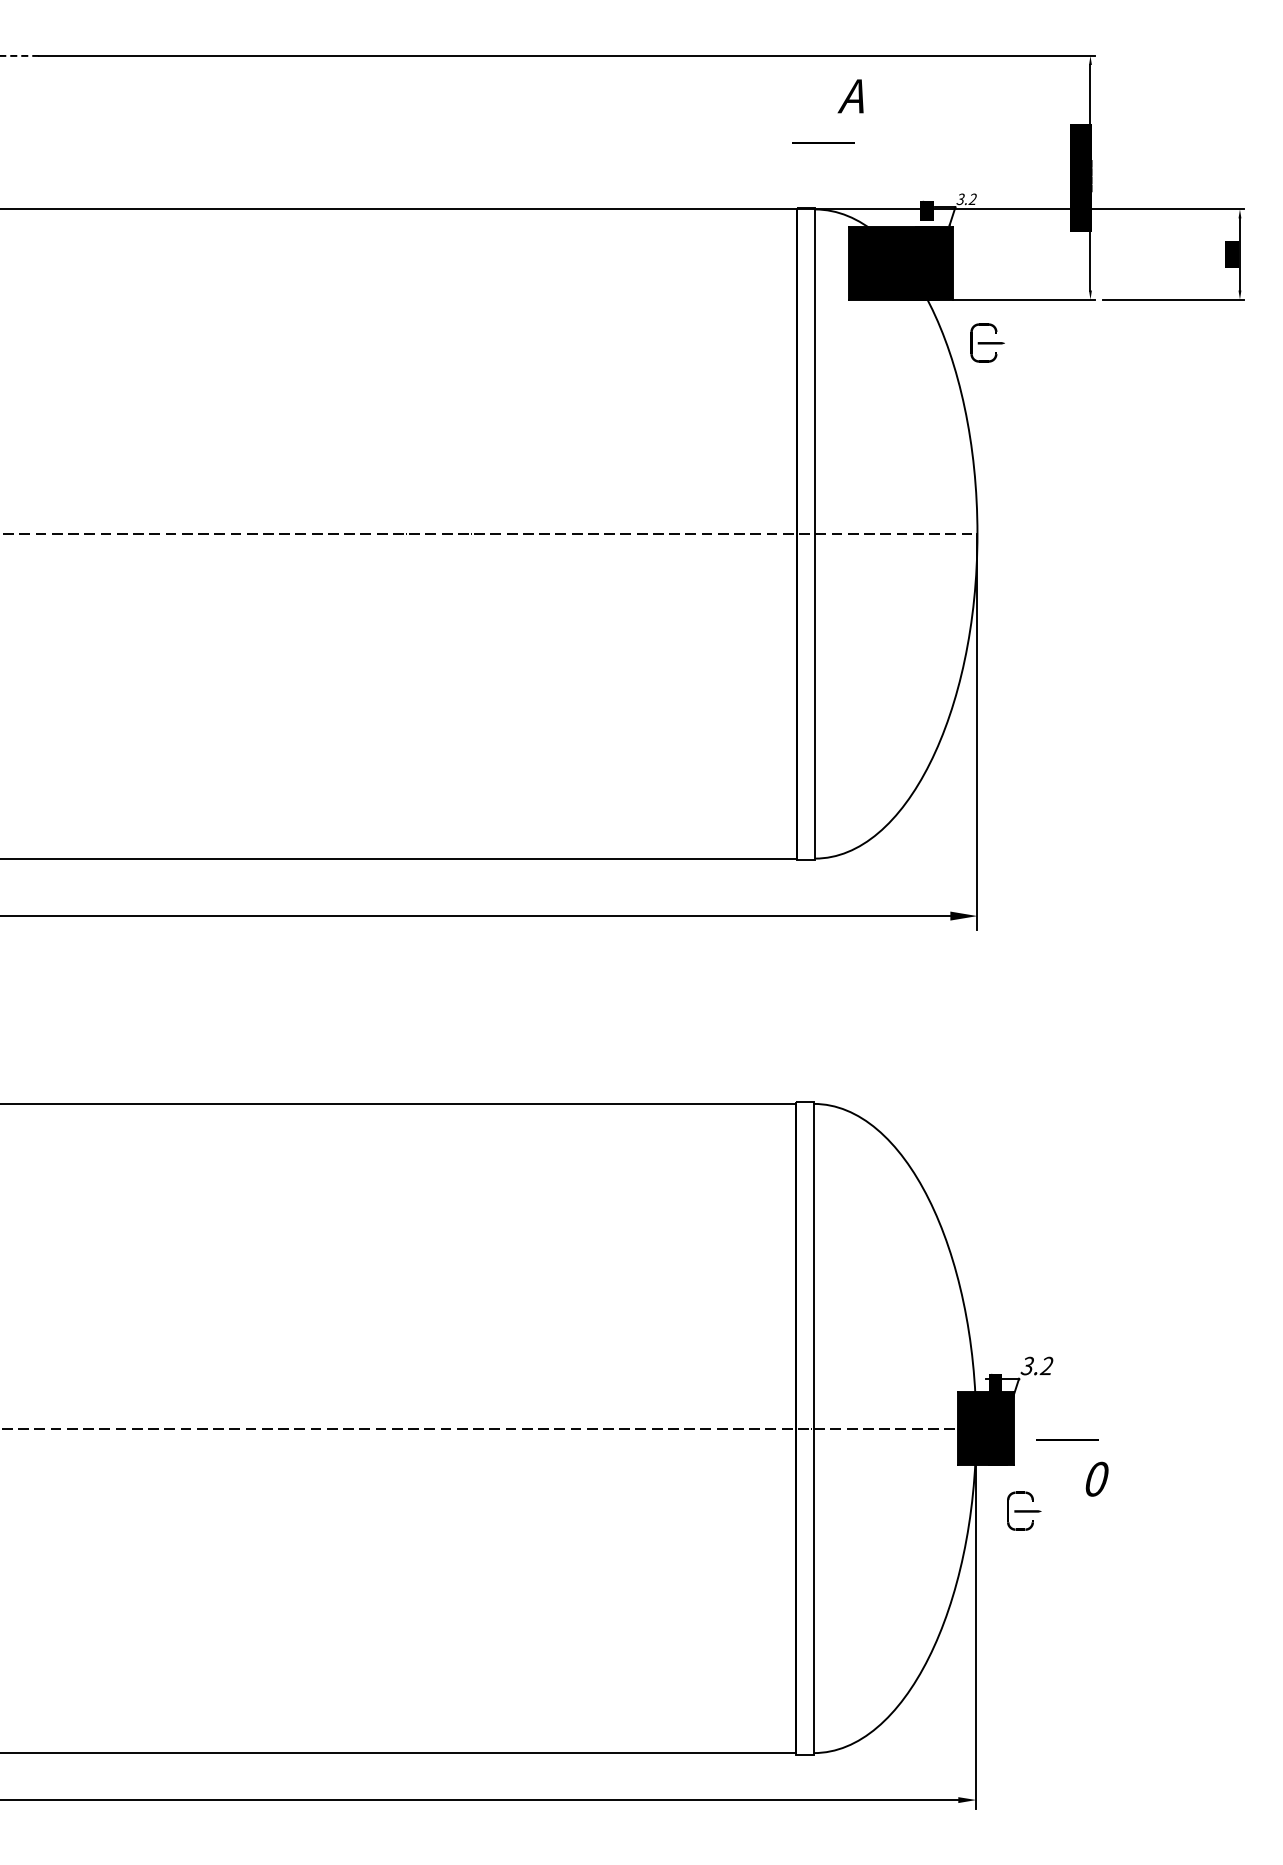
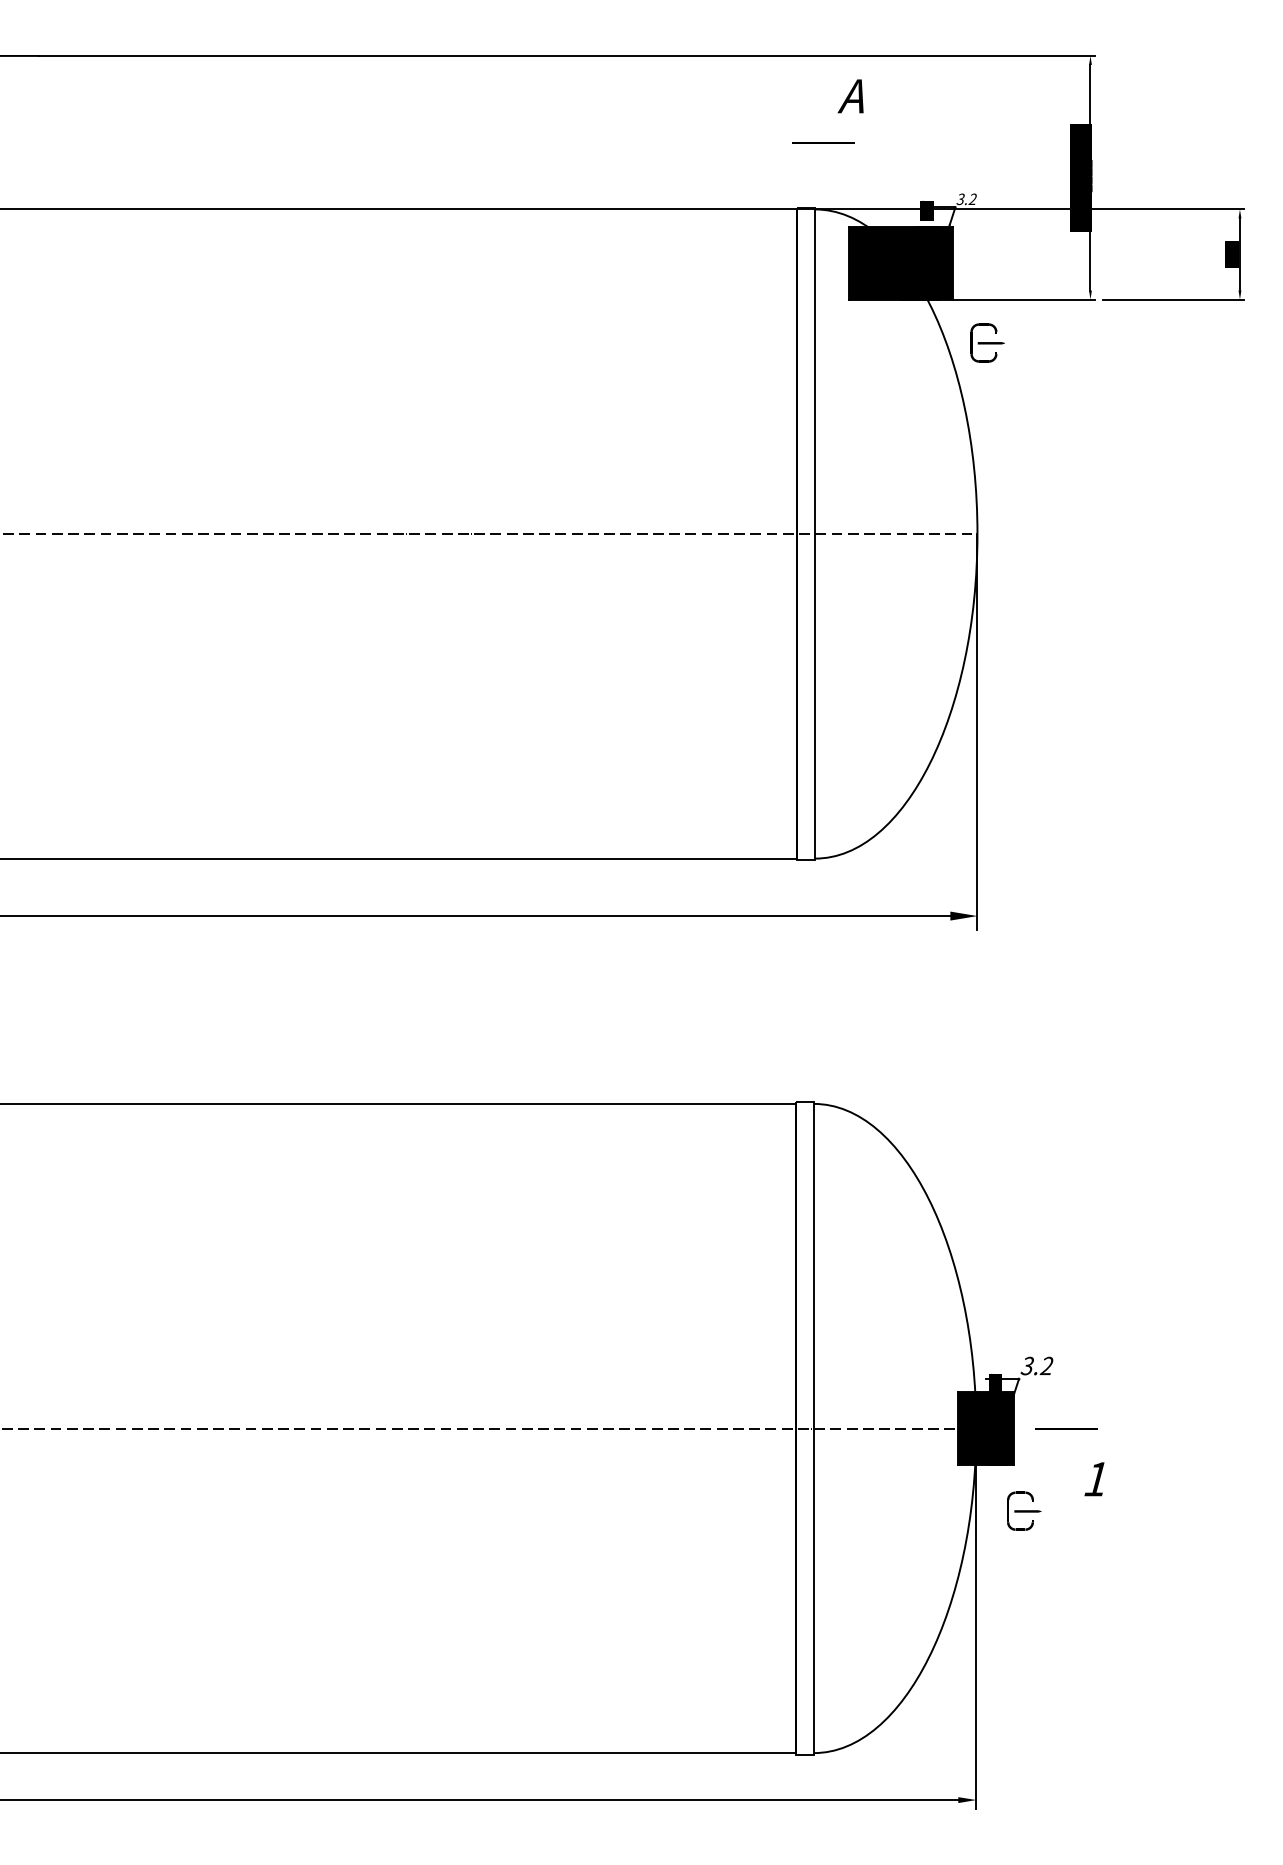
line at (19, 55): dashed -> solid
line at (1067, 1439) position: (1067, 1439) -> (1066, 1428)
text at (1096, 1478): 0 -> 1
